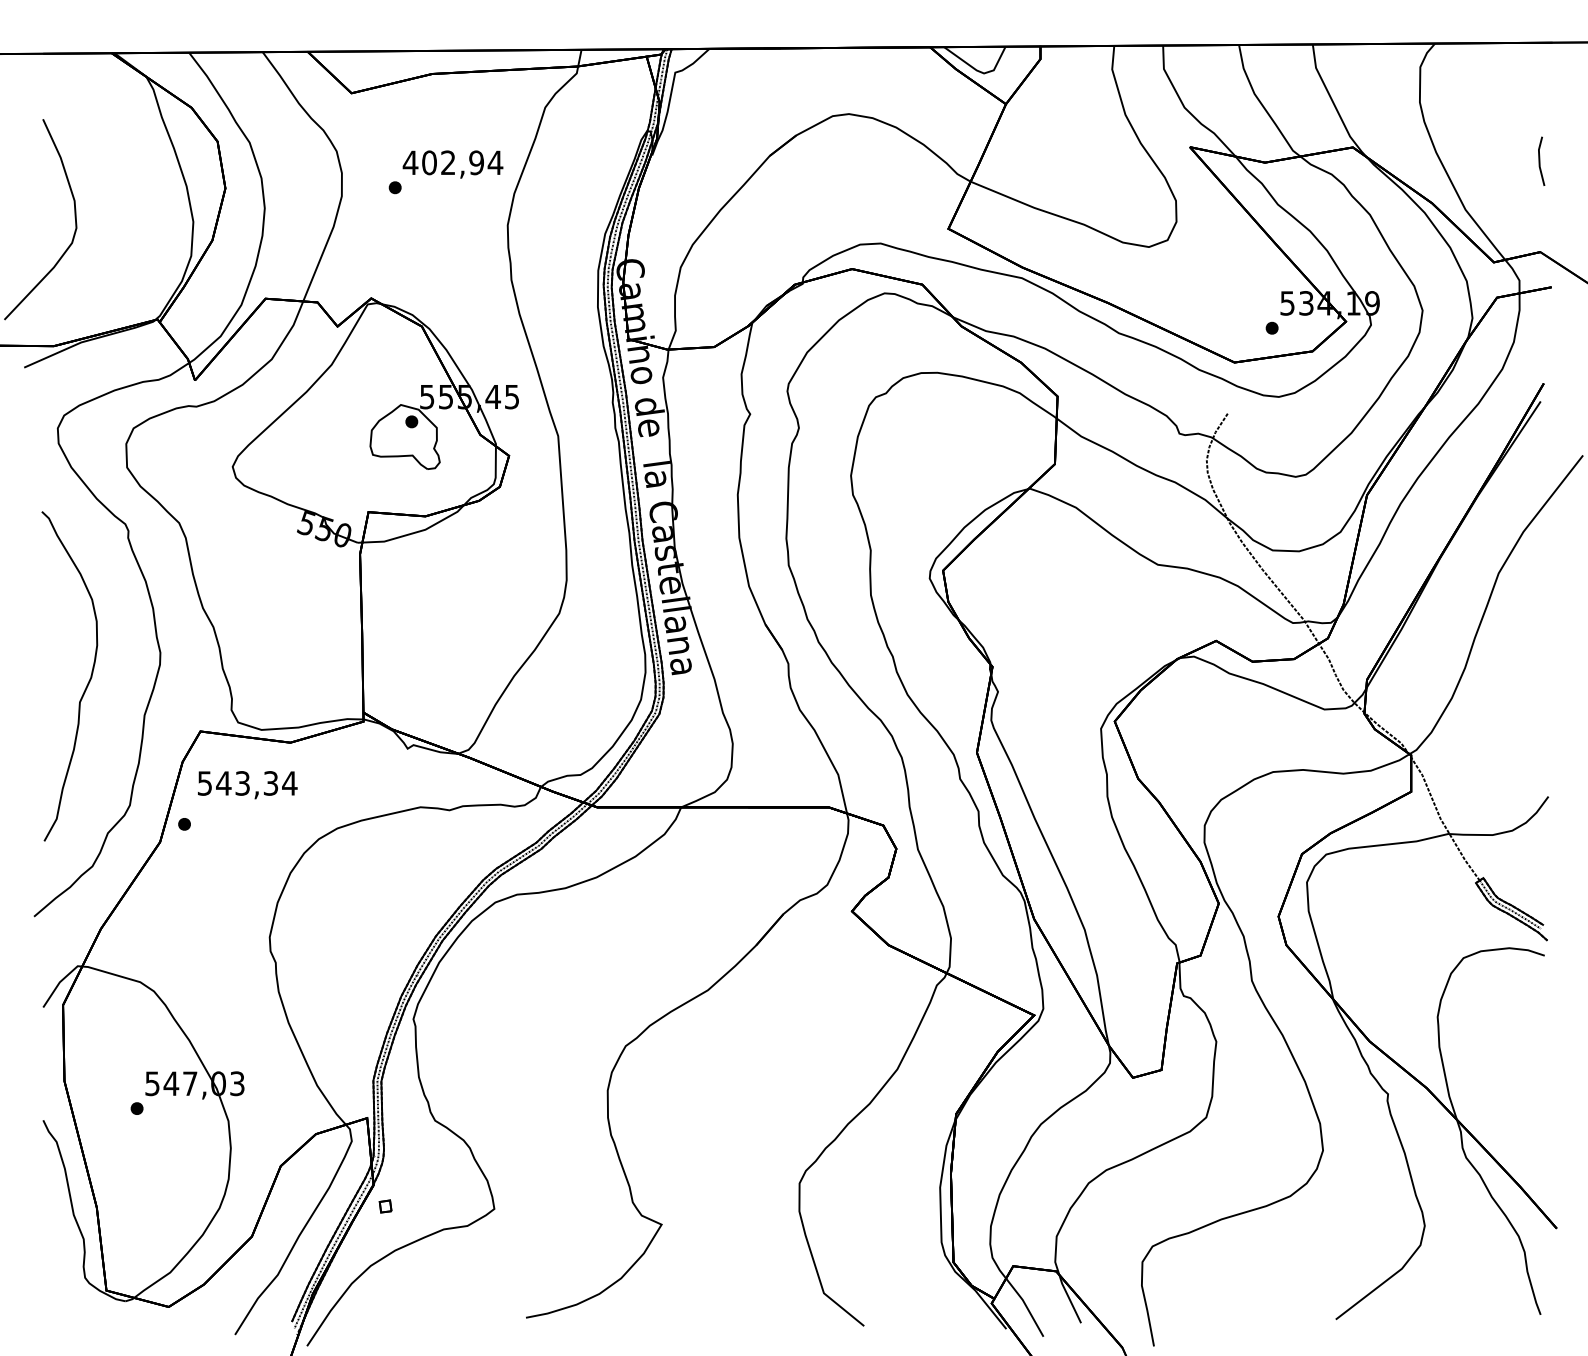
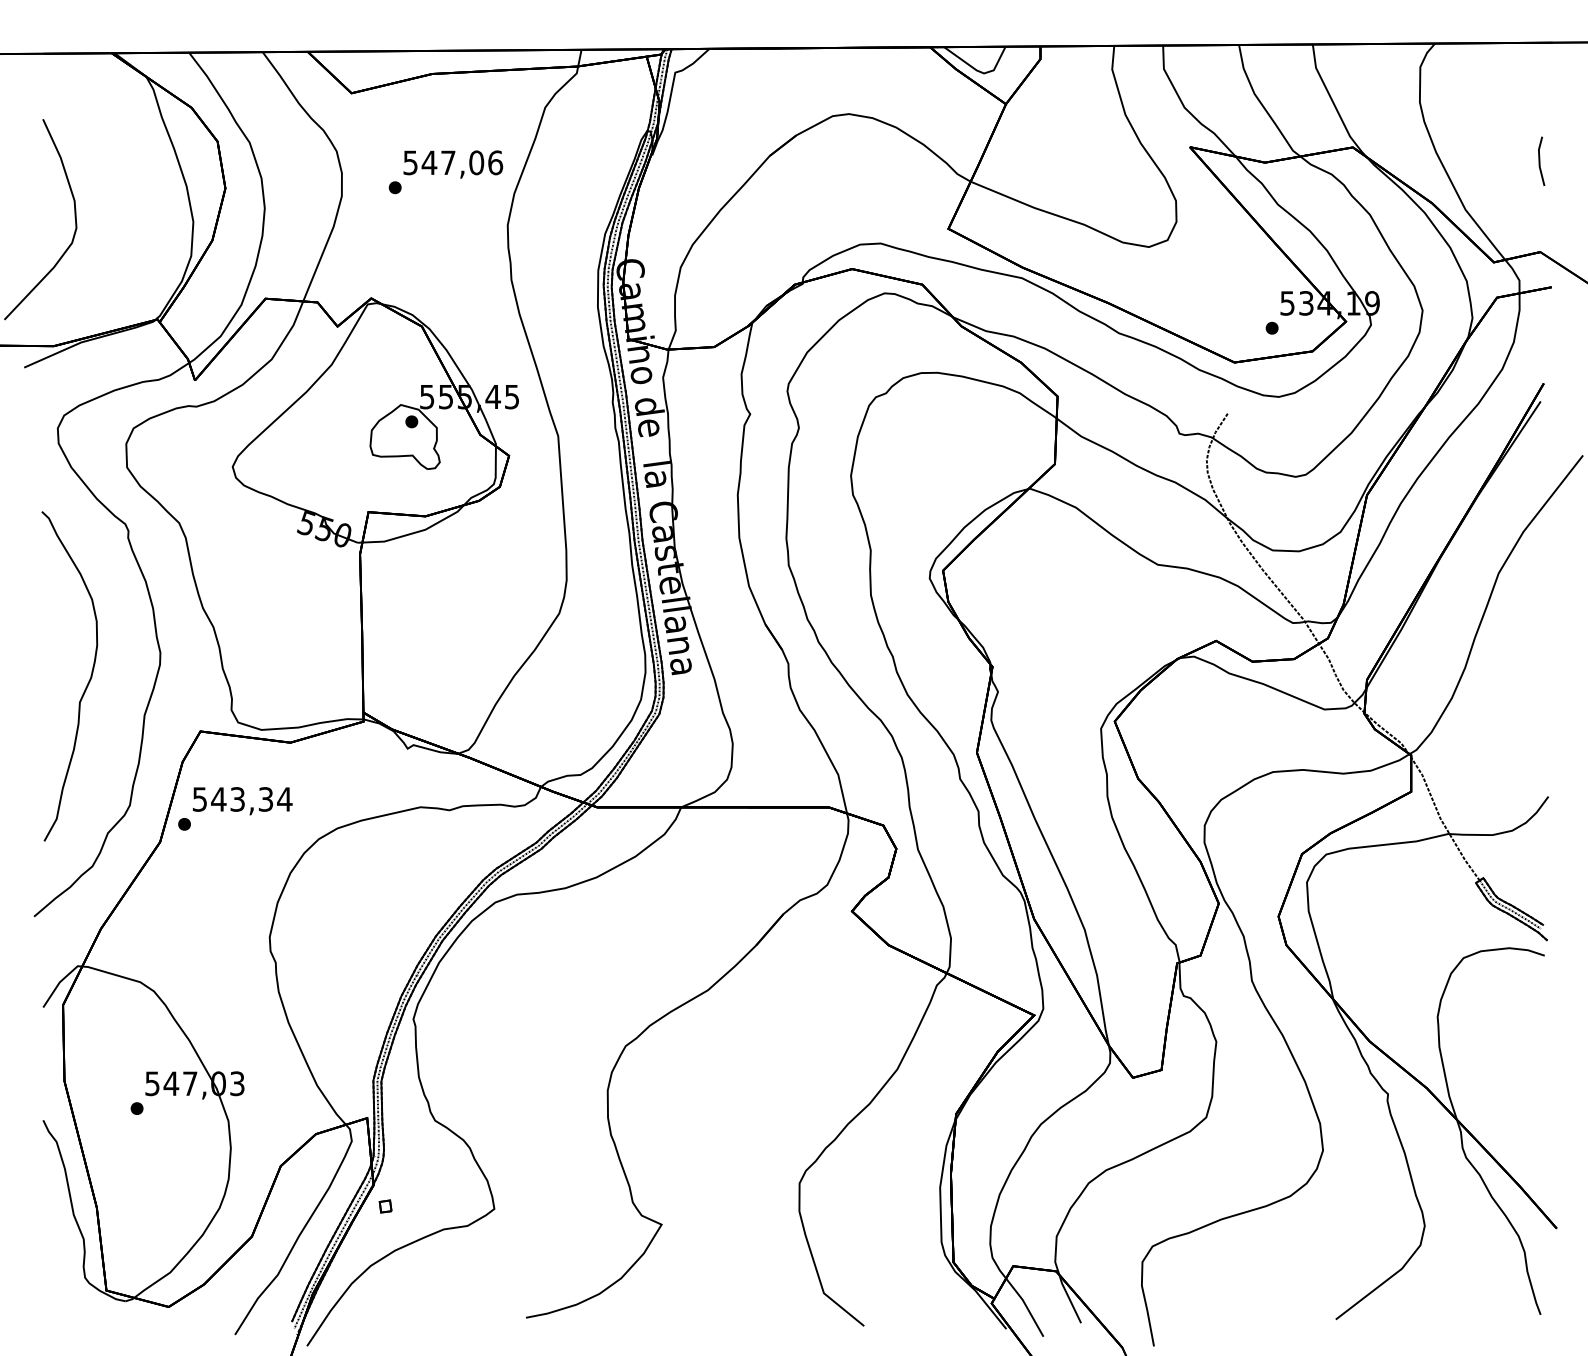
text at (452, 162): 402,94 -> 547,06
text at (247, 785) position: (247, 785) -> (242, 801)
